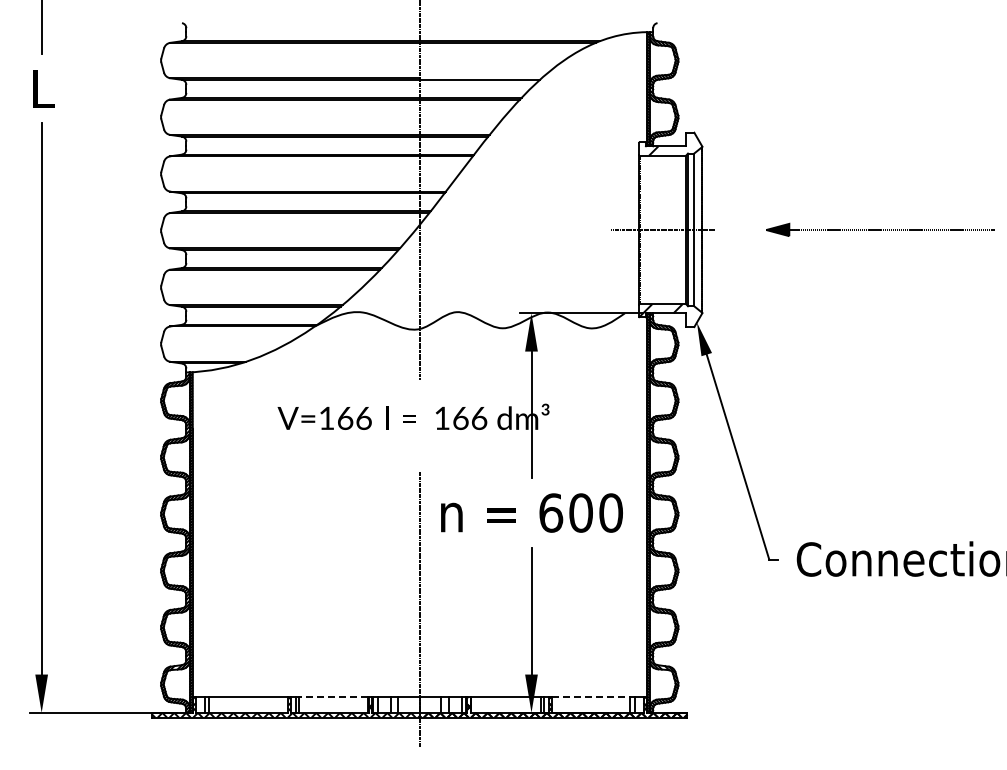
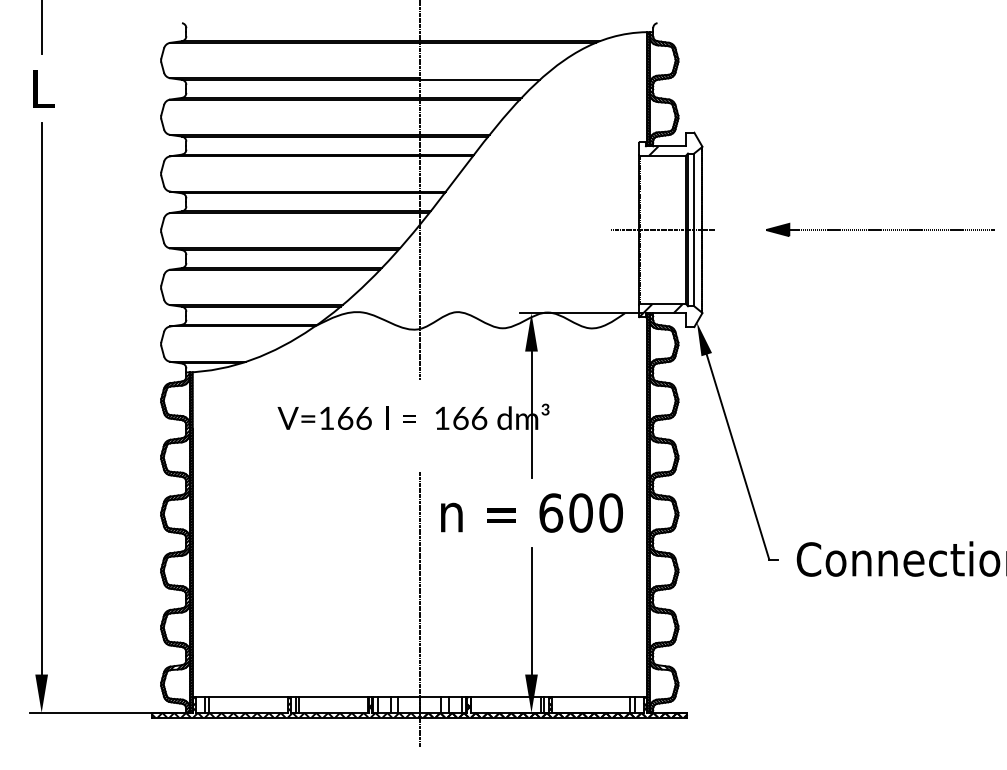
line at (333, 696): dashed -> solid
line at (591, 696): dashed -> solid
